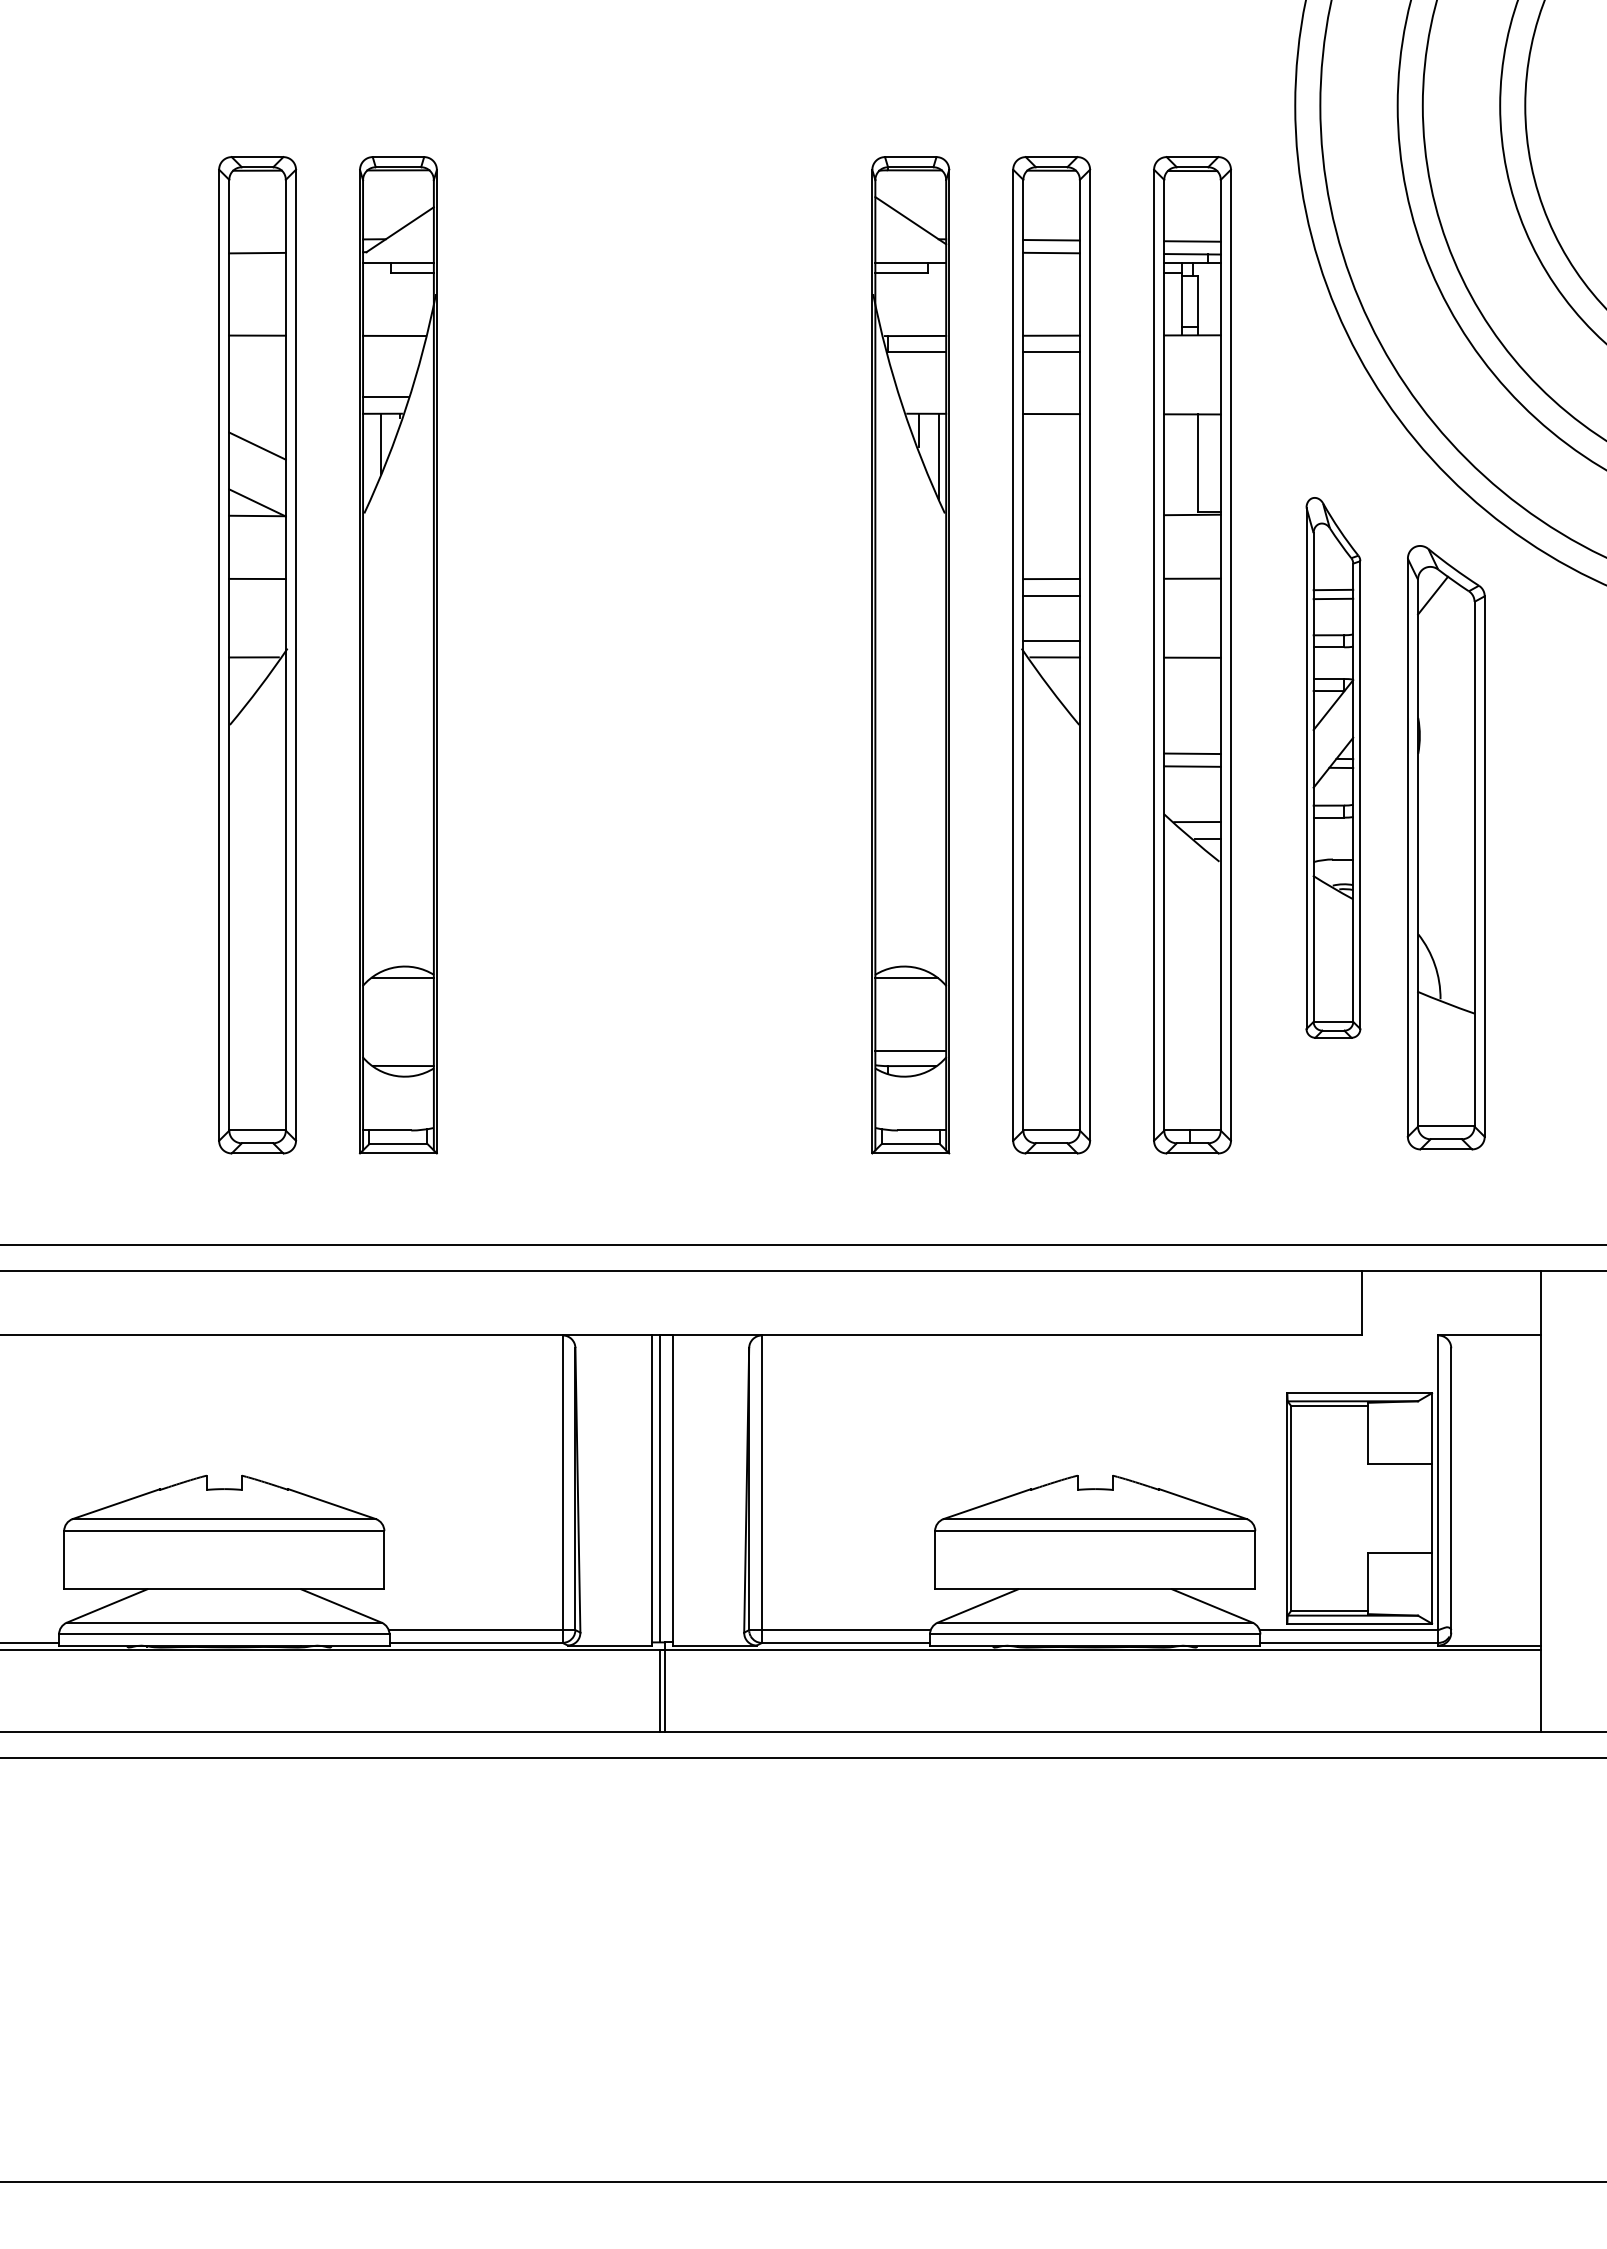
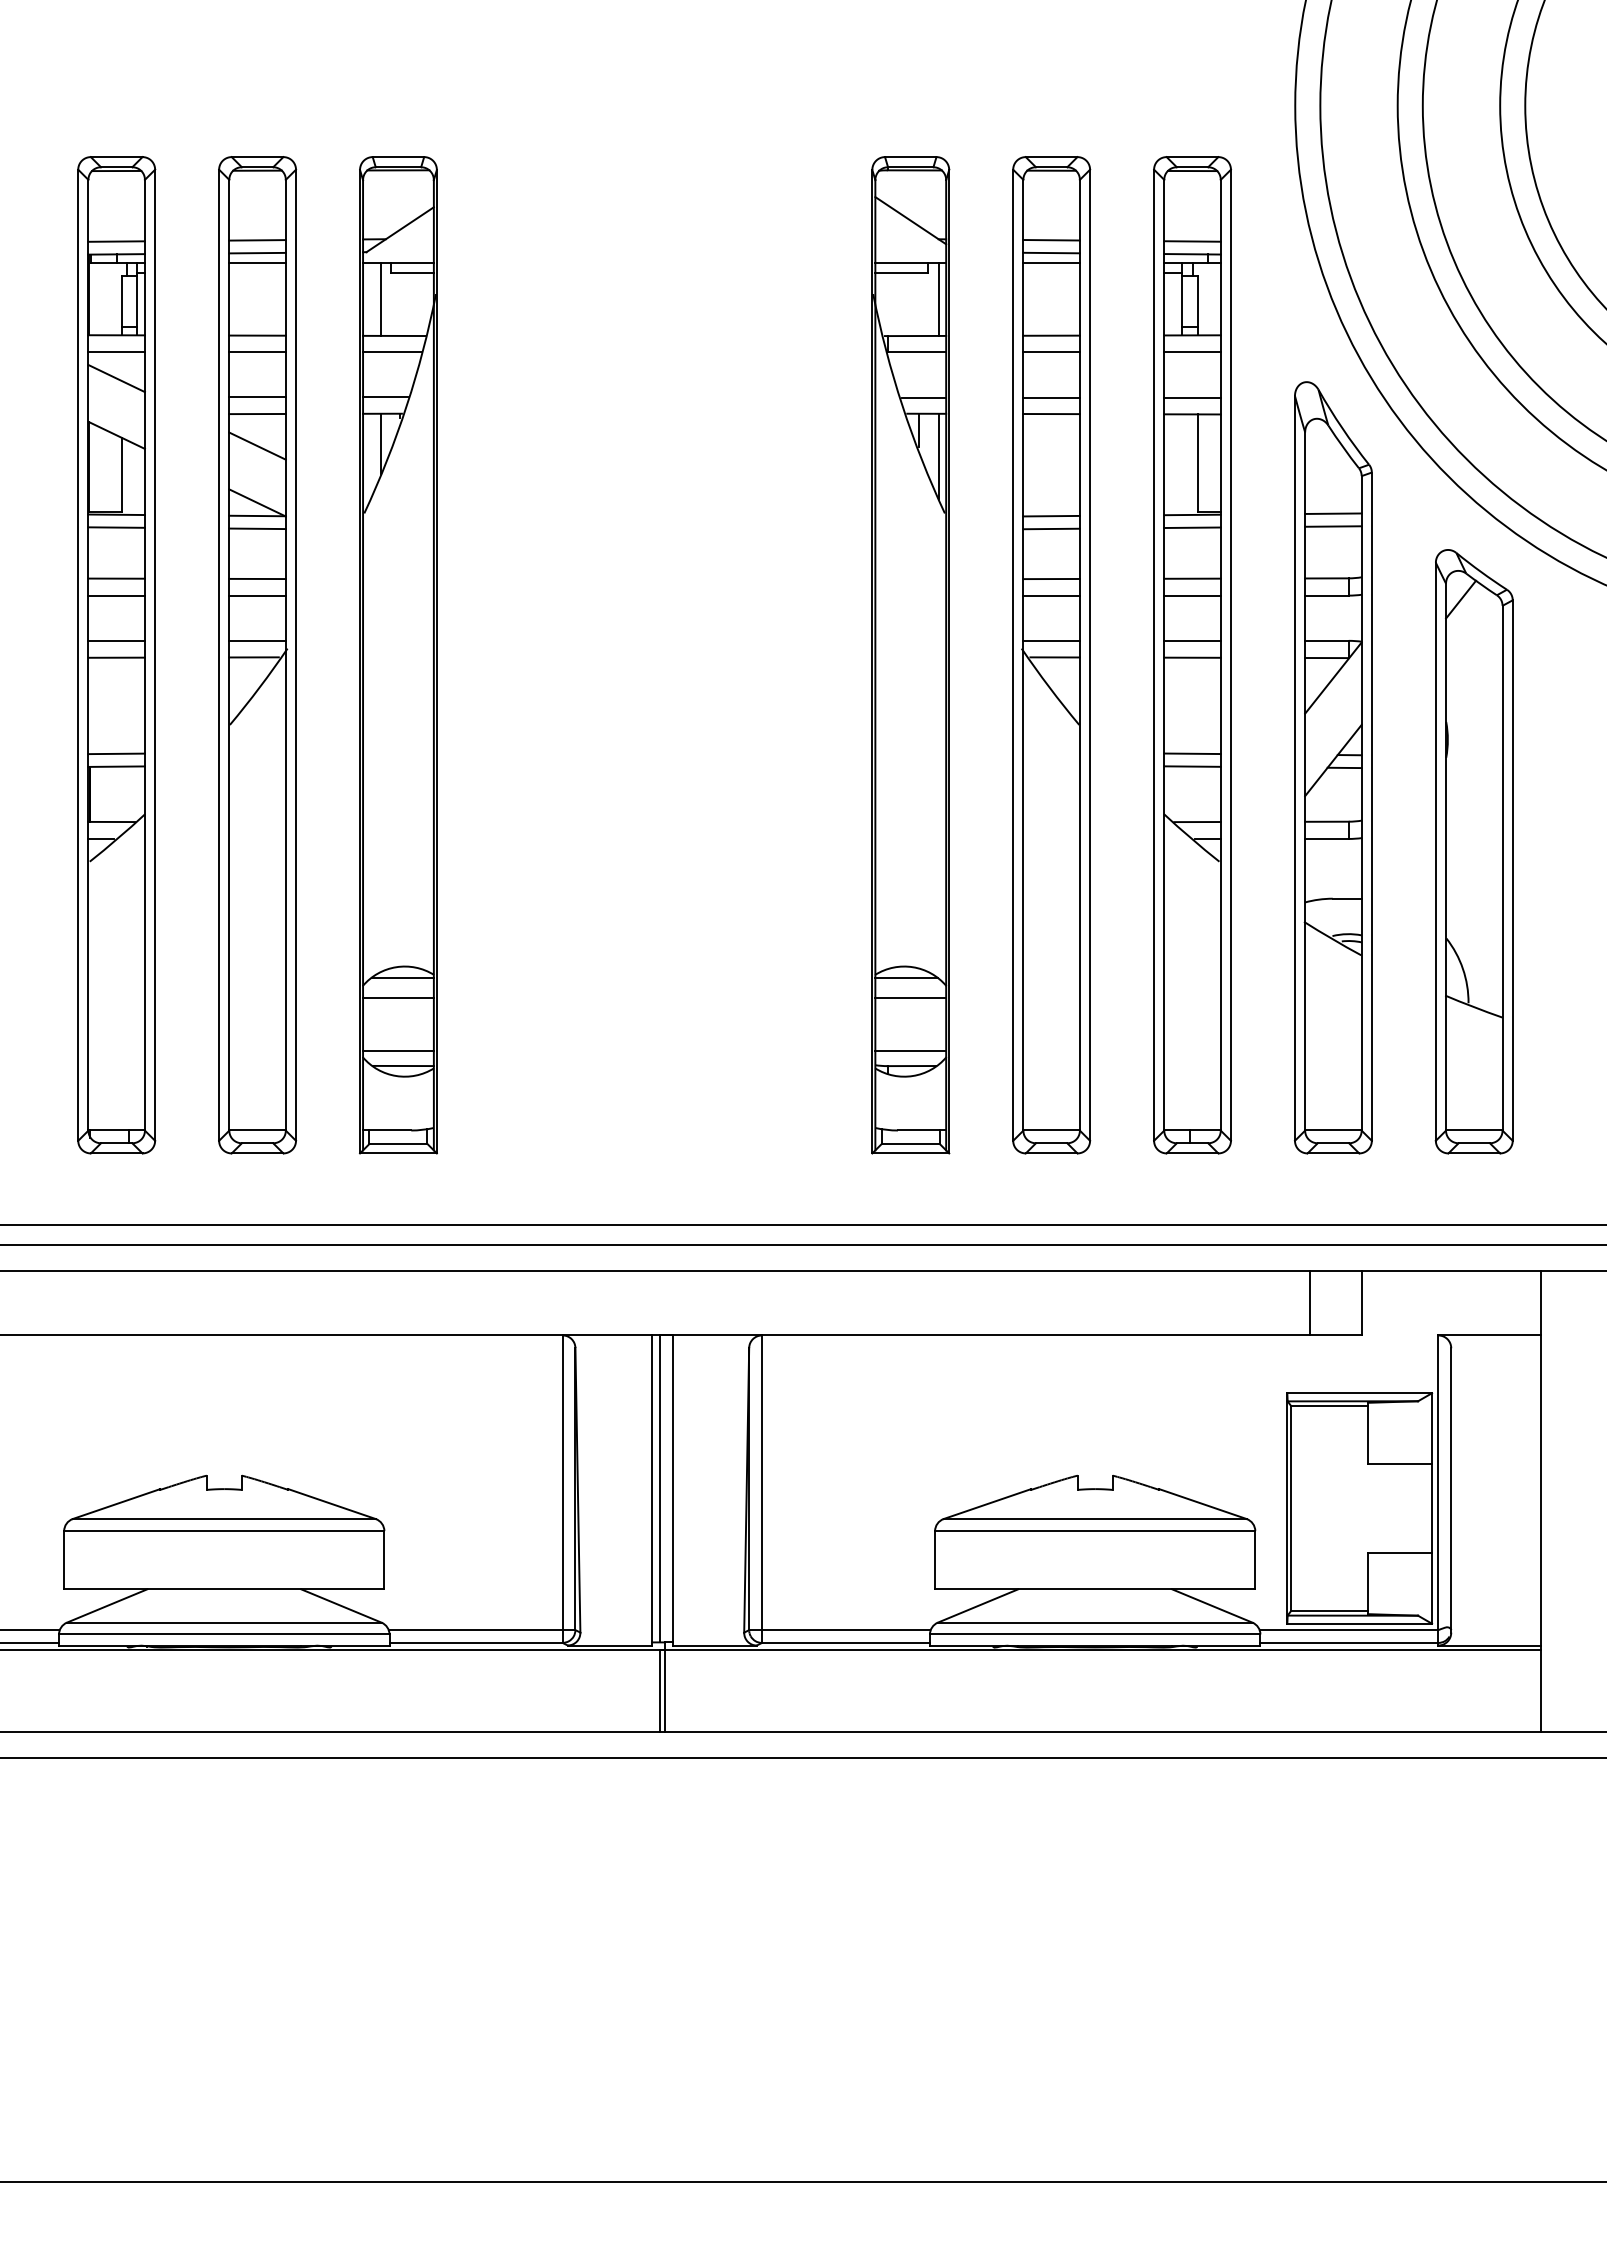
line at (257, 240): none -> present
line at (257, 263): none -> present
line at (1051, 263): none -> present
line at (380, 299): none -> present
line at (938, 299): none -> present
line at (257, 352): none -> present
line at (392, 352): none -> present
line at (1192, 352): none -> present
line at (257, 397): none -> present
line at (923, 397): none -> present
line at (1051, 397): none -> present
line at (1192, 397): none -> present
line at (257, 414): none -> present
line at (1051, 515): none -> present
line at (1192, 527): none -> present
line at (257, 528): none -> present
line at (1051, 528): none -> present
line at (257, 595): none -> present
line at (1192, 595): none -> present
line at (257, 640): none -> present
line at (1192, 640): none -> present
part at (116, 655): none -> present
part at (1333, 767) size: 57x542 px -> 79x774 px
part at (1445, 847) position: (1445, 847) -> (1473, 851)
line at (398, 997): none -> present
line at (910, 997): none -> present
line at (398, 1050): none -> present
line at (802, 1225): none -> present
line at (1310, 1303): none -> present
line at (30, 1630): none -> present
